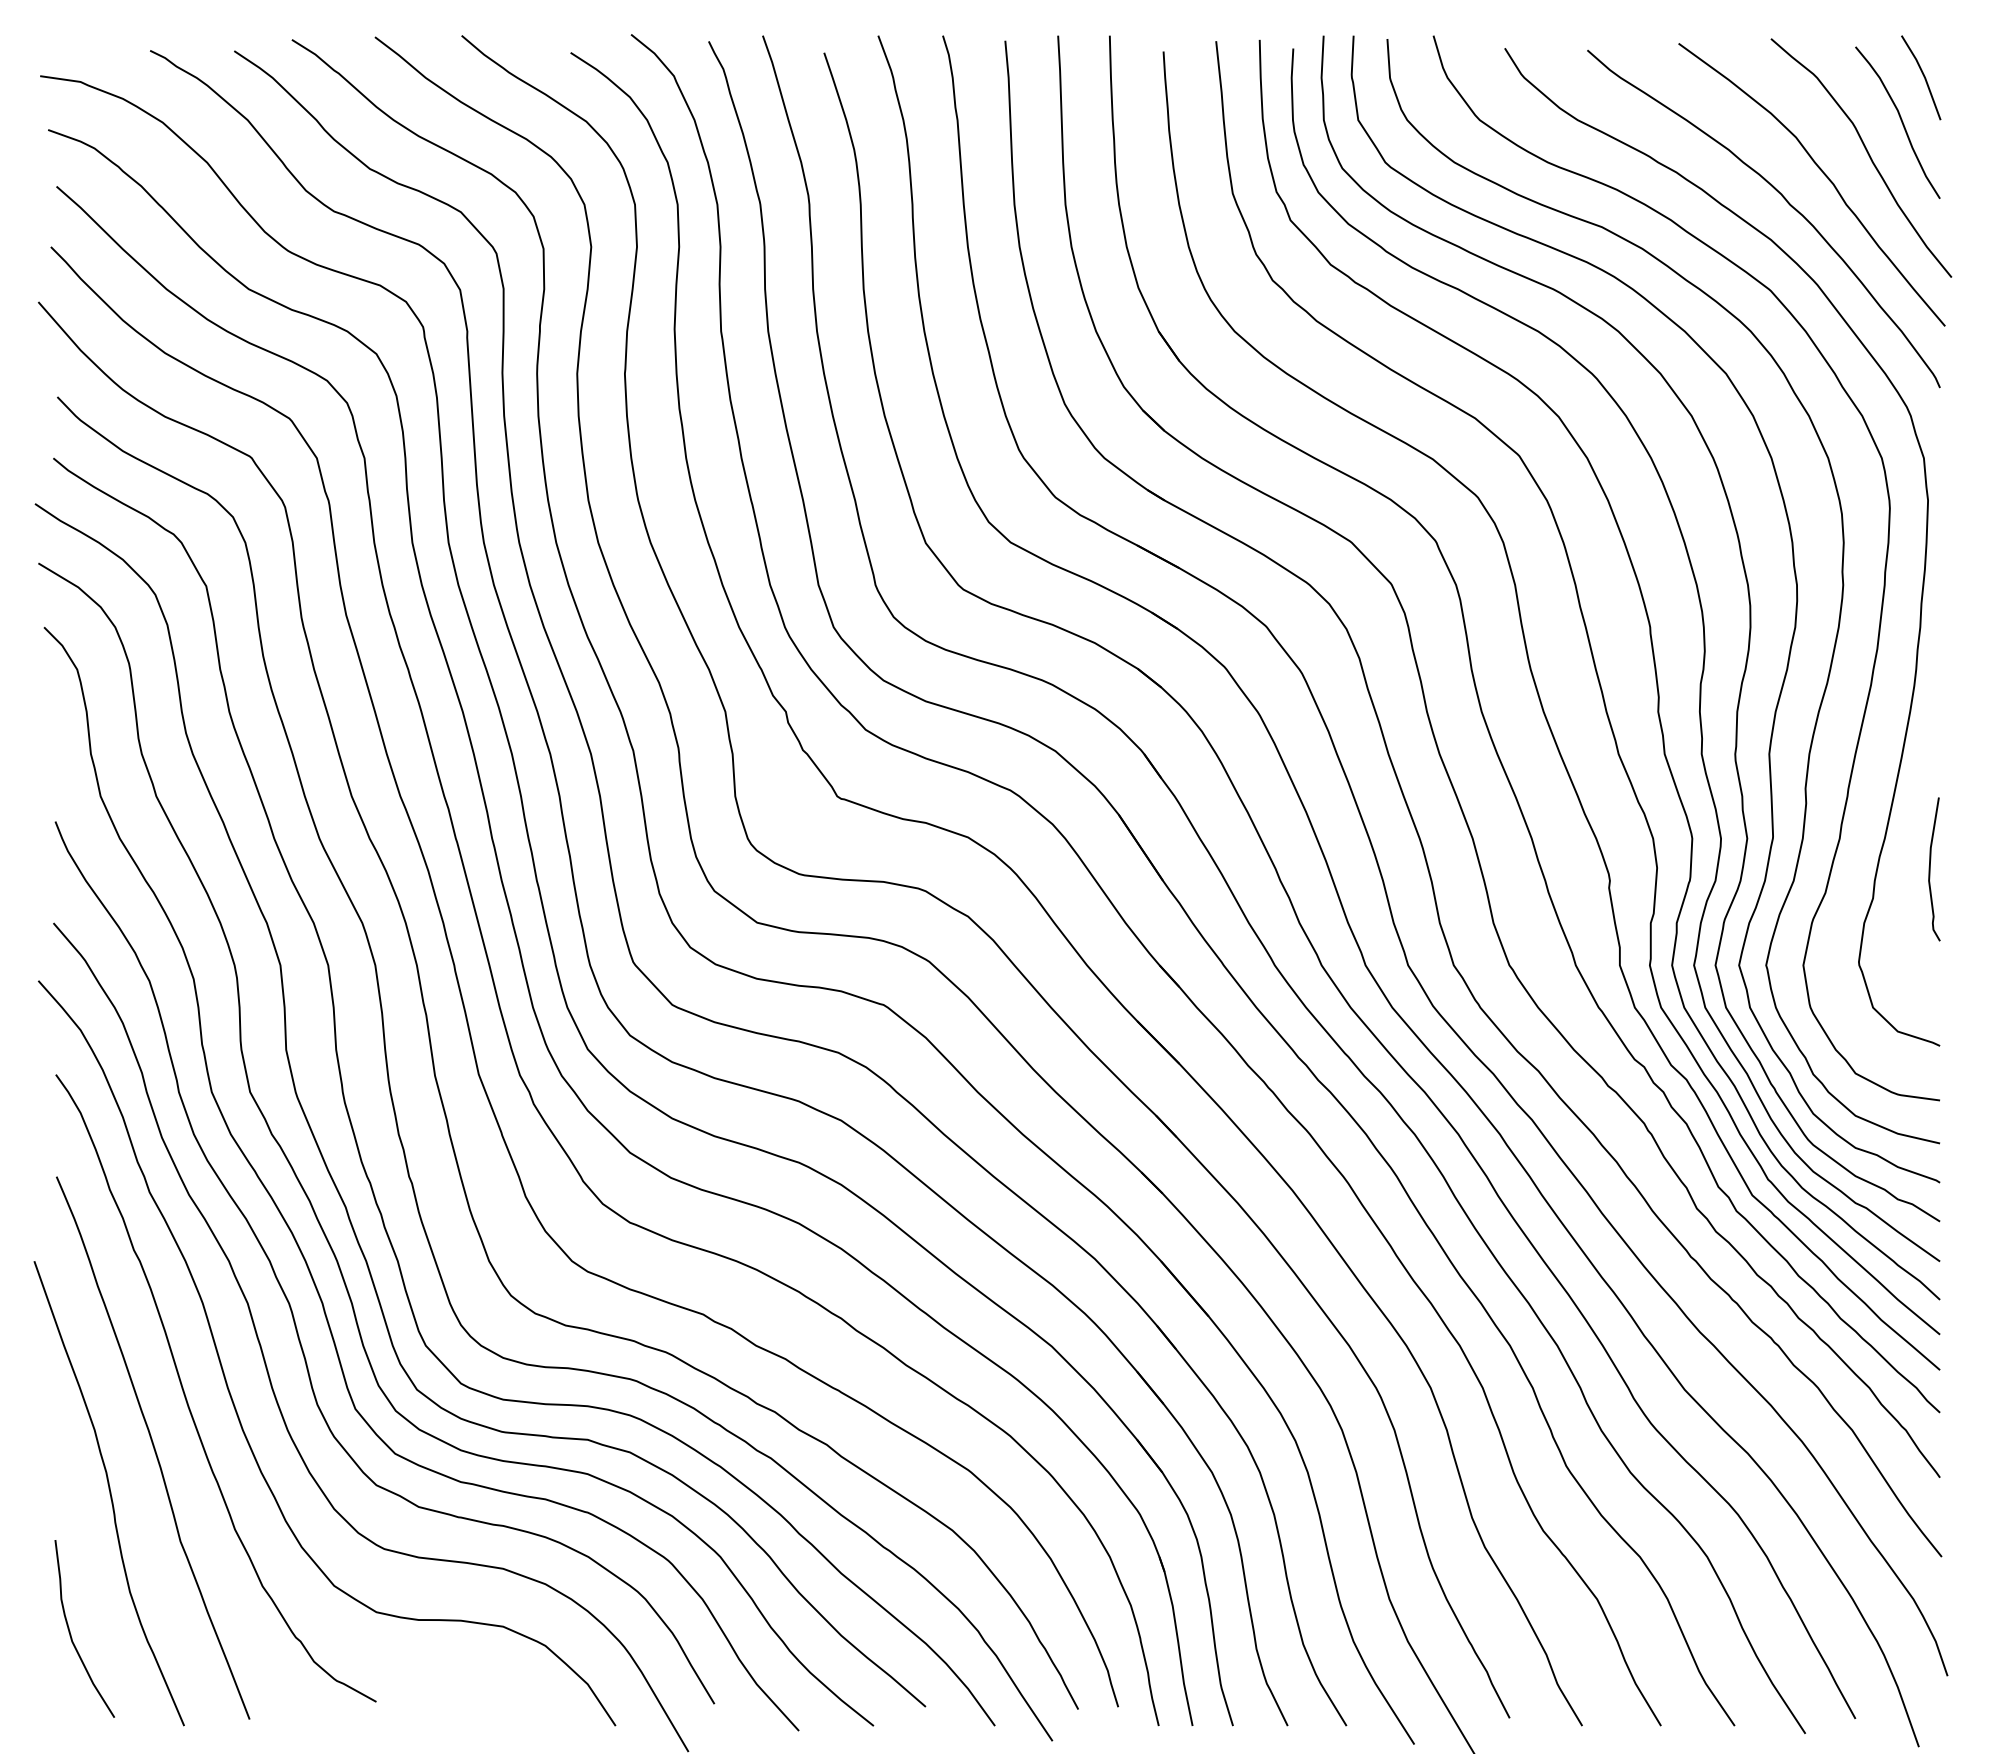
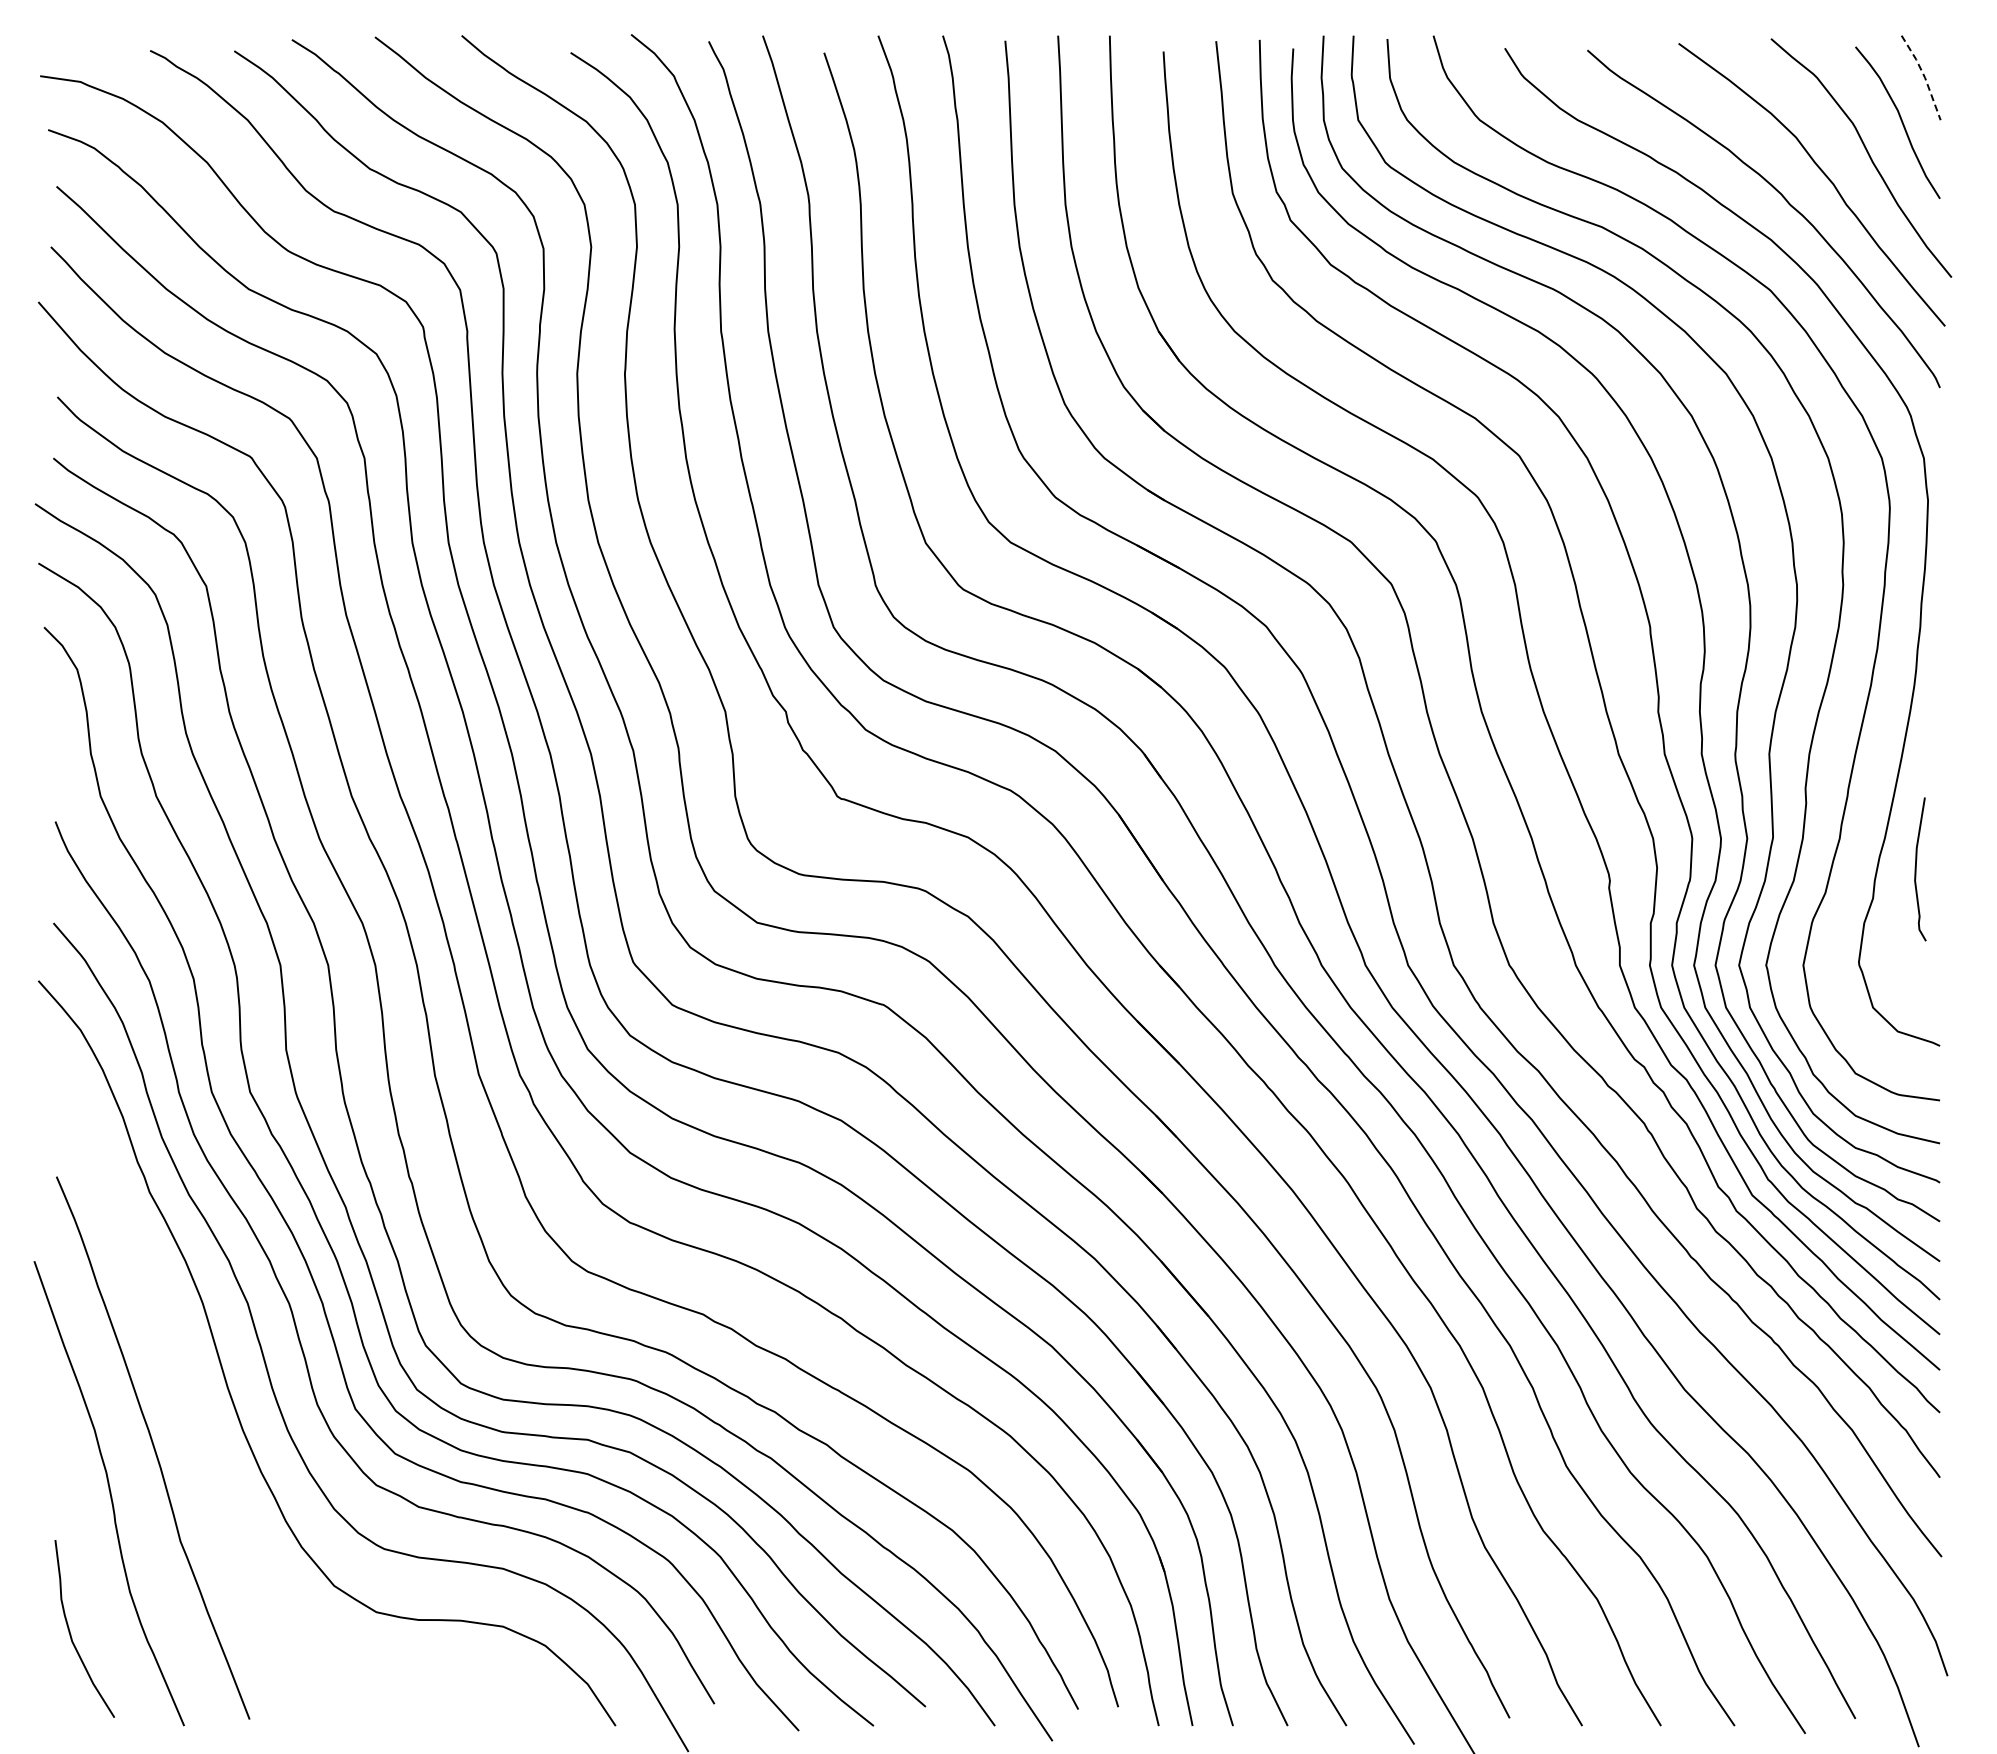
line at (1924, 77): solid -> dashed
curve at (1930, 869) position: (1930, 869) -> (1916, 869)
curve at (186, 1396): present -> none
